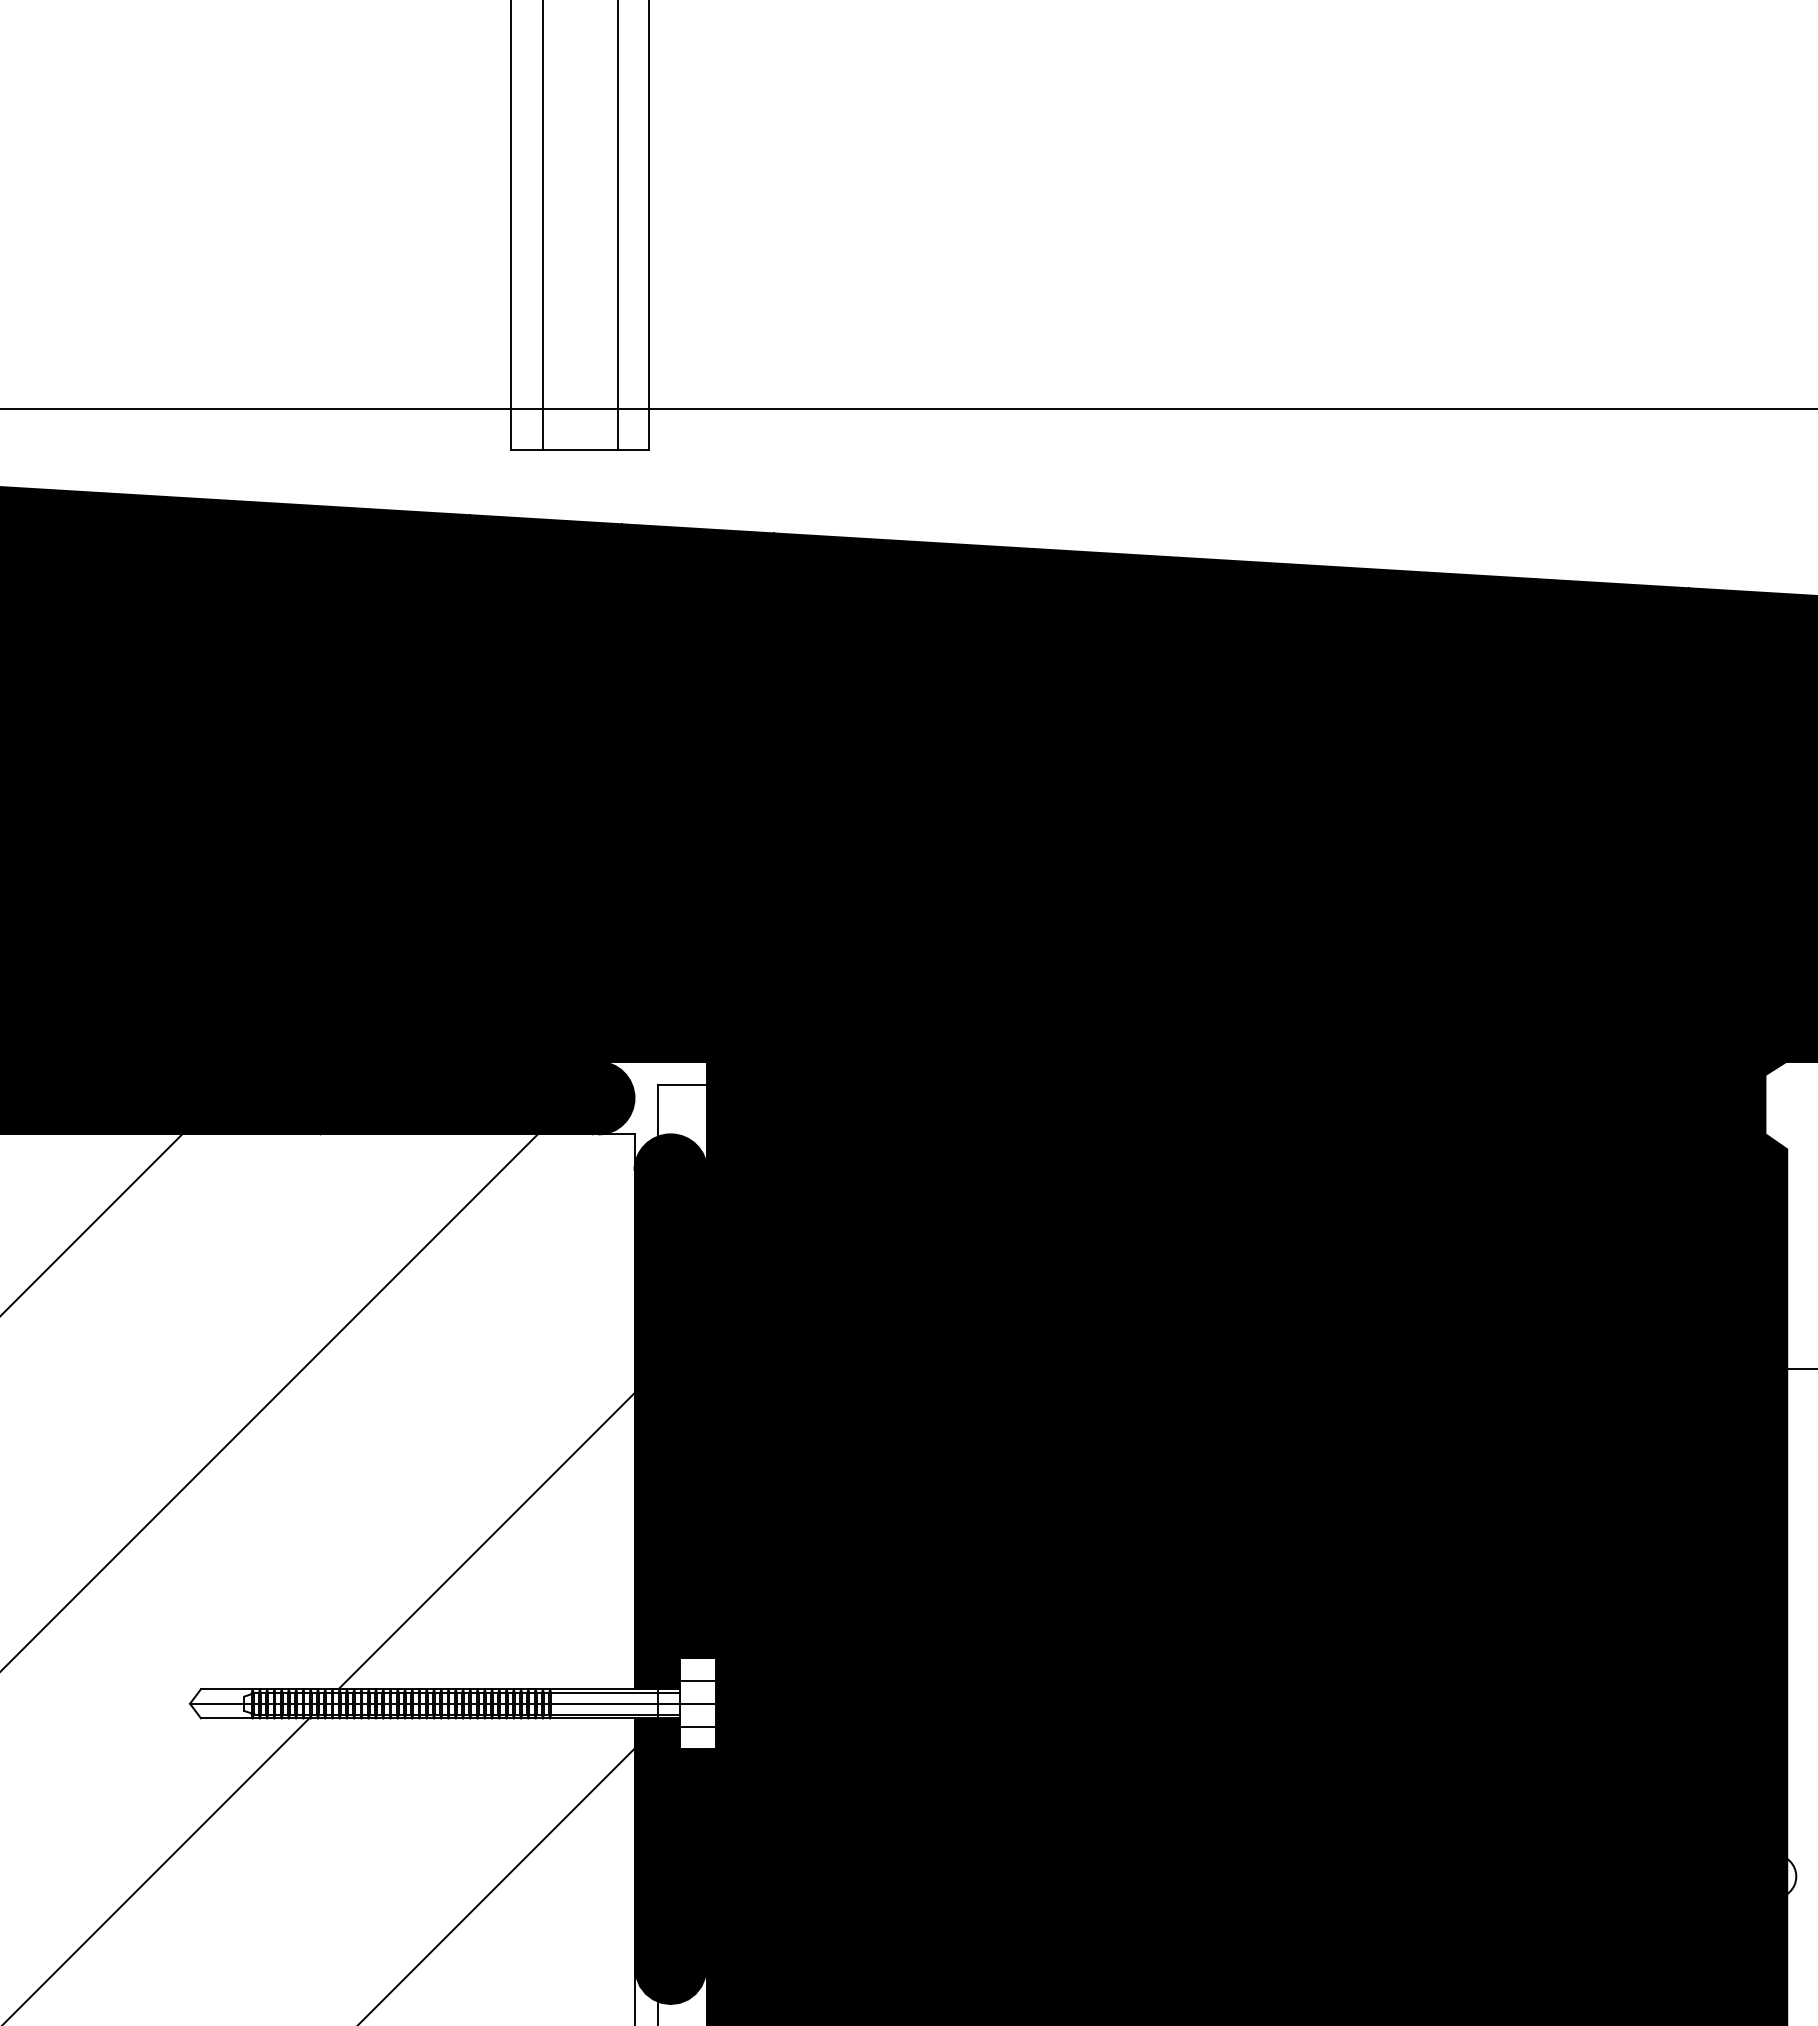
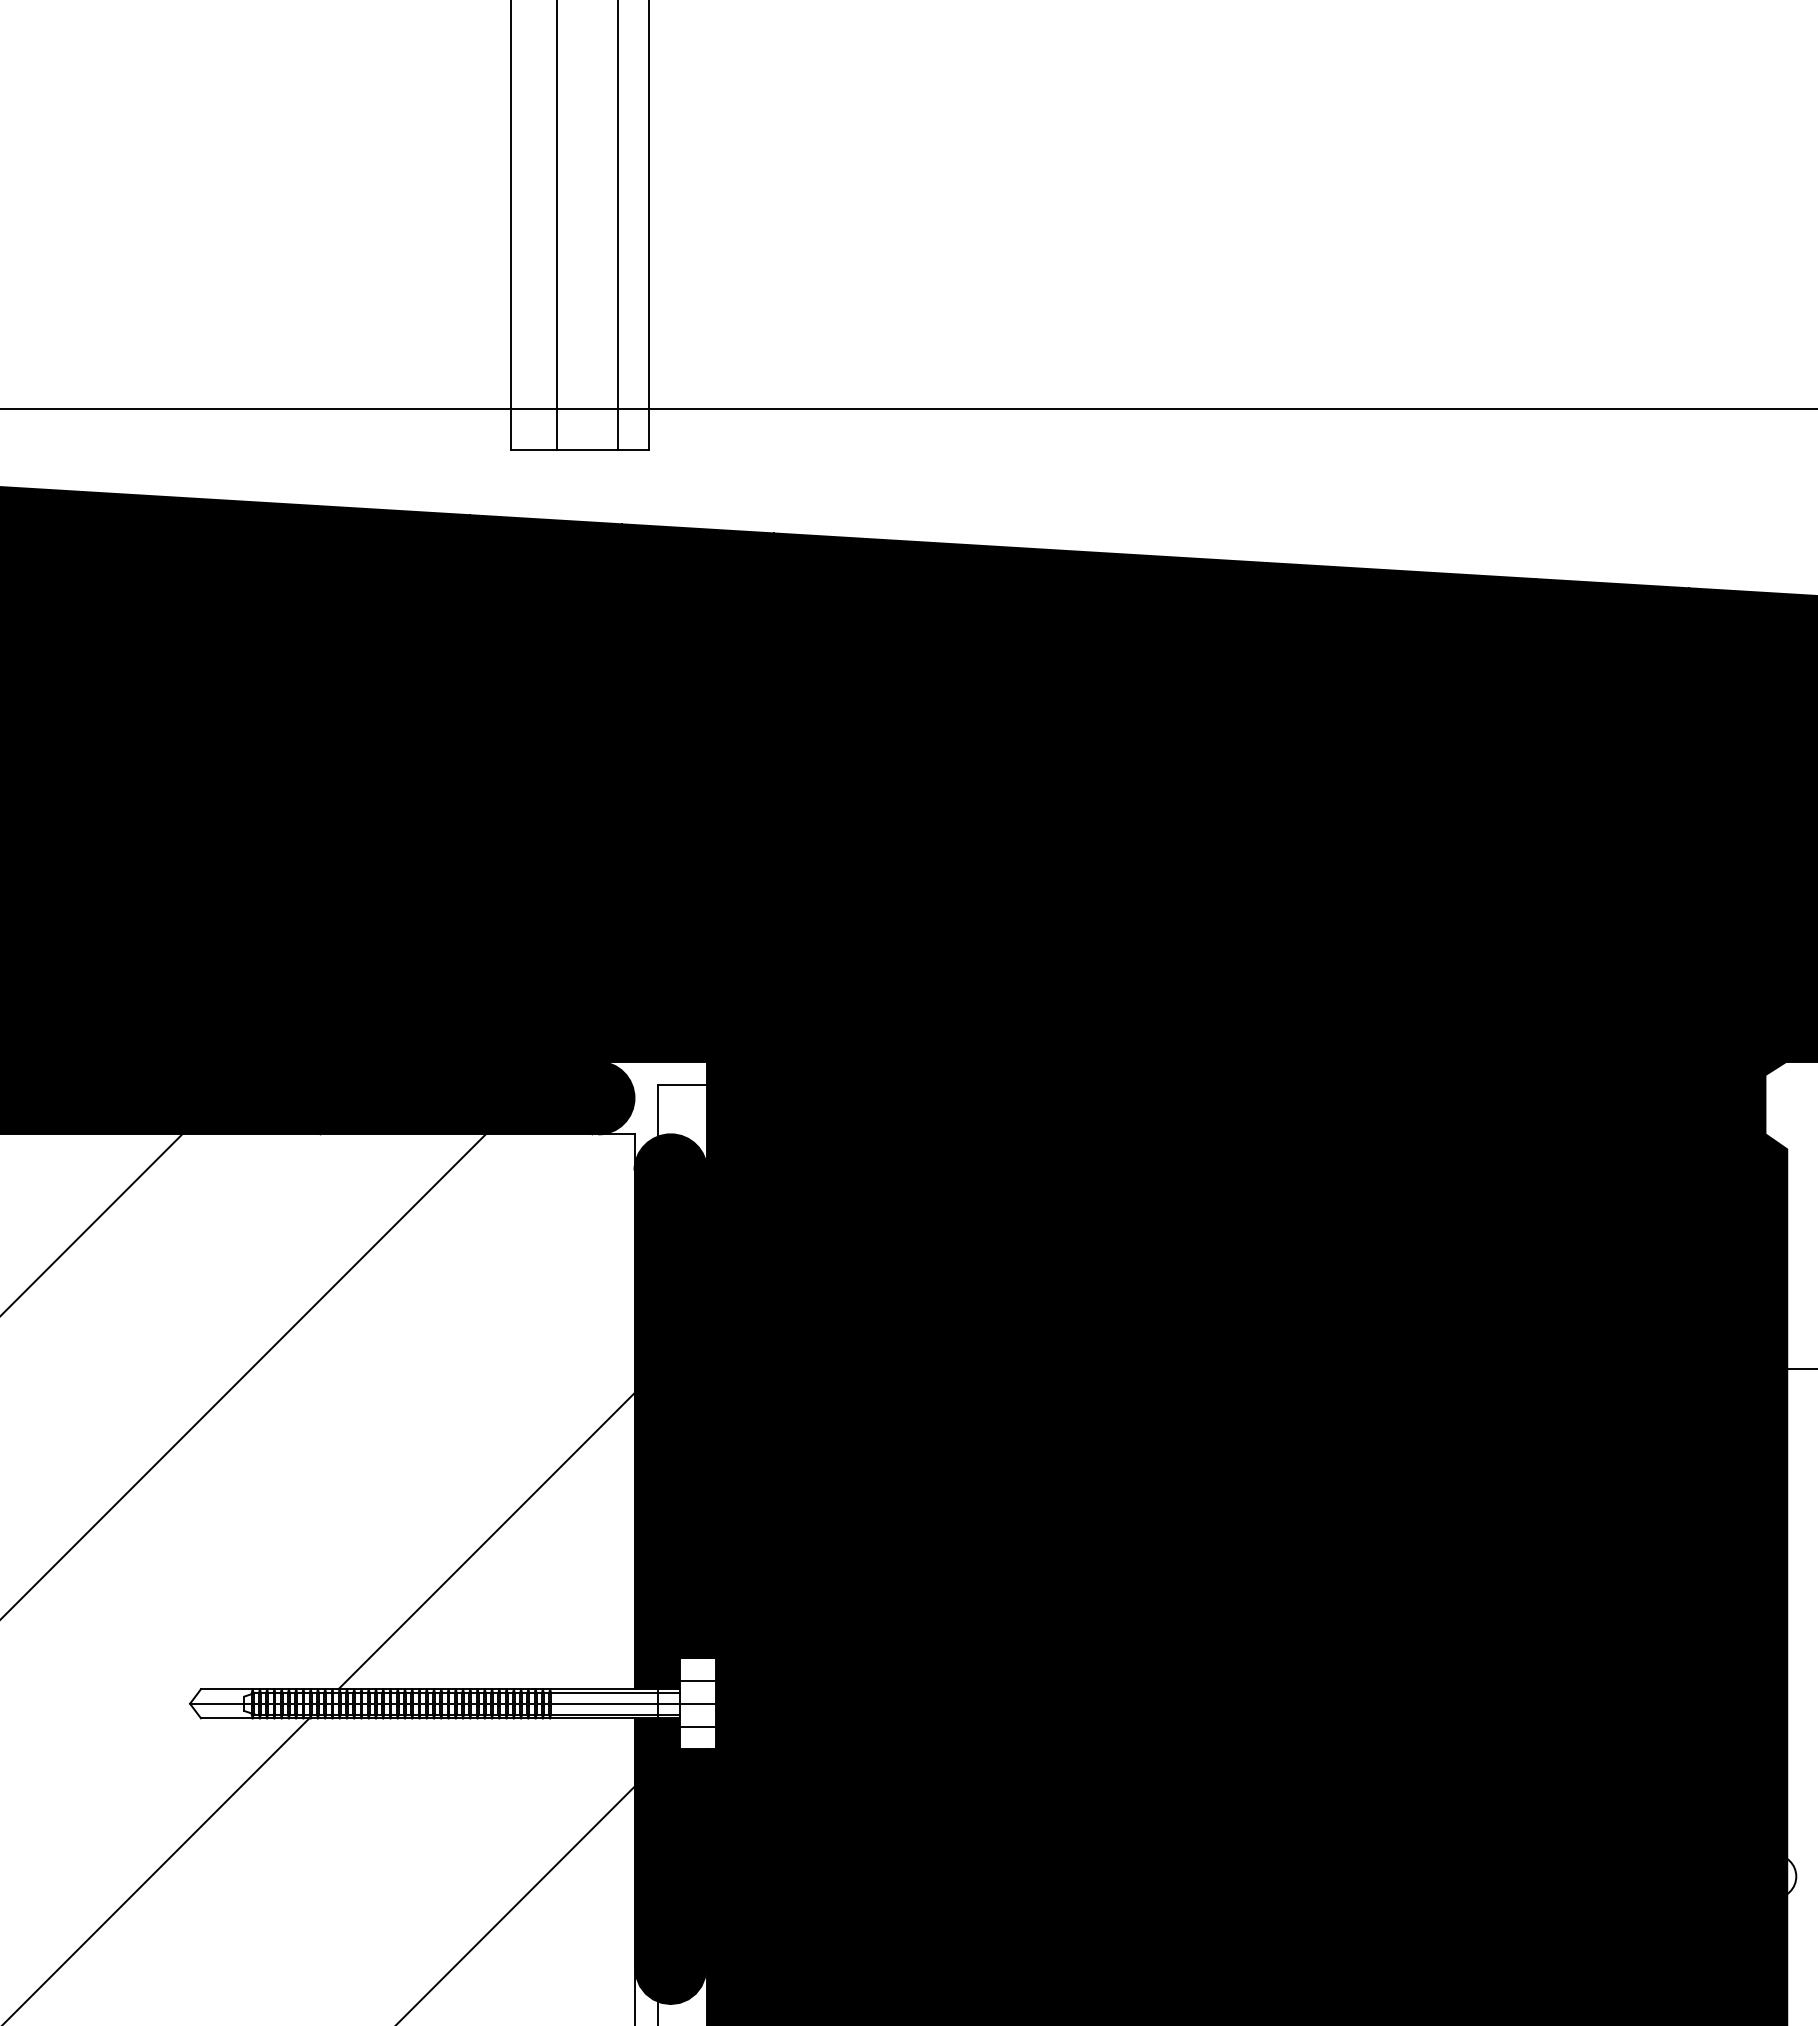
line at (542, 226) position: (542, 226) -> (556, 226)
line at (269, 1401) position: (269, 1401) -> (256, 1362)
line at (497, 1885) position: (497, 1885) -> (525, 1894)
